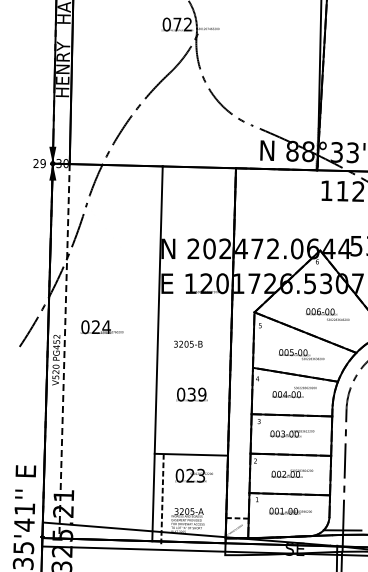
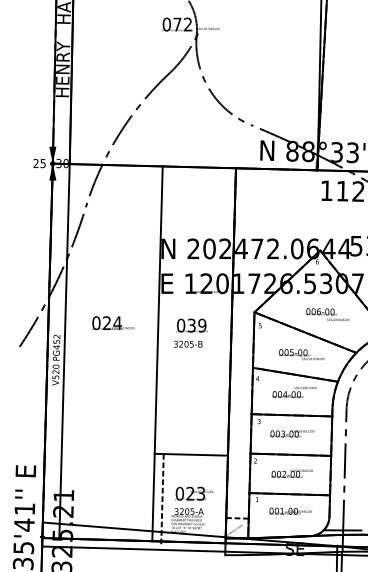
text at (42, 163): 29 -> 25
text at (101, 327) position: (101, 327) -> (112, 323)
line at (64, 351): dashed -> solid
text at (191, 394) position: (191, 394) -> (191, 325)
text at (193, 475) position: (193, 475) -> (193, 493)
